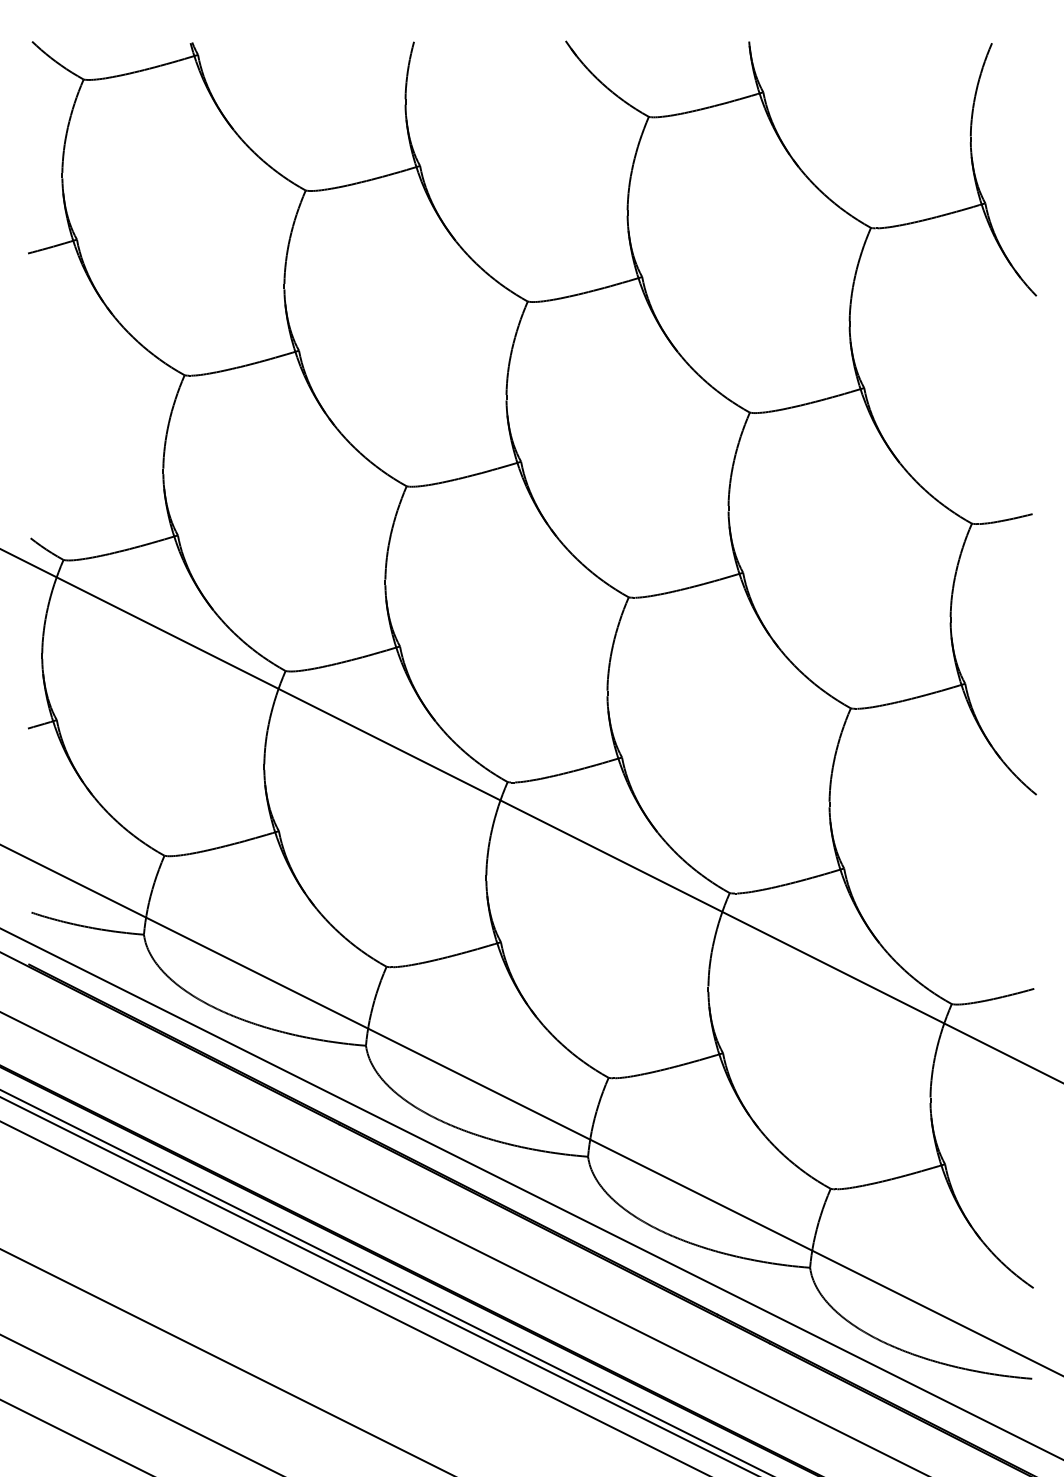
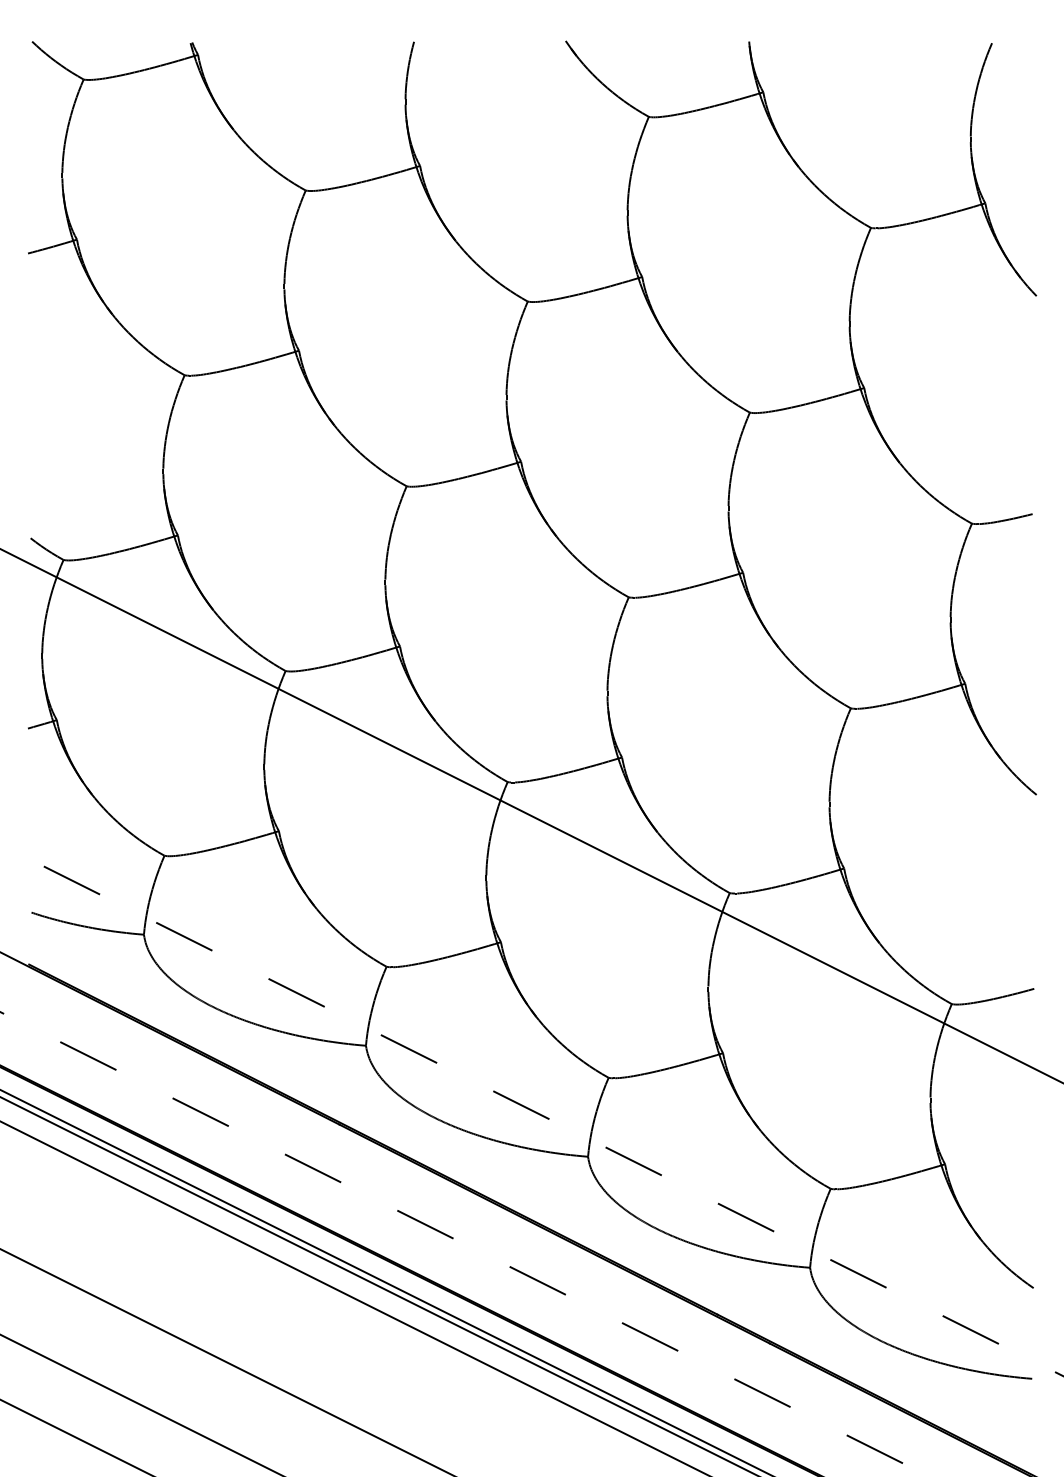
line at (532, 1110): solid -> dashed
line at (531, 1193): present -> none
line at (465, 1244): solid -> dashed
